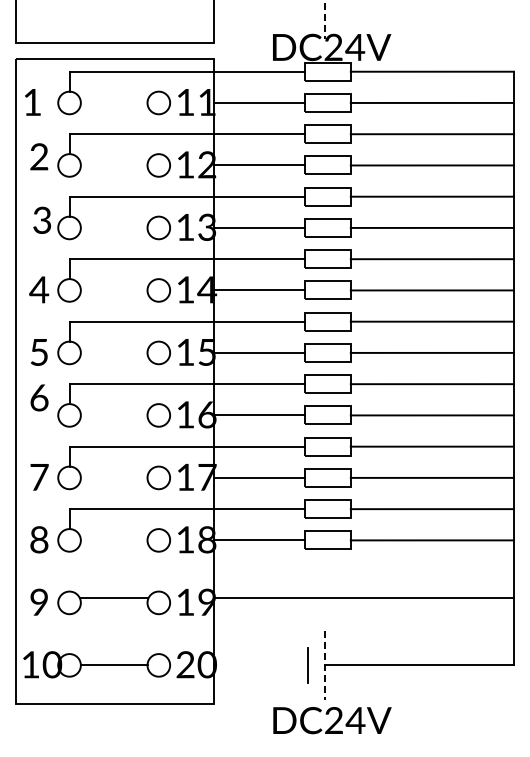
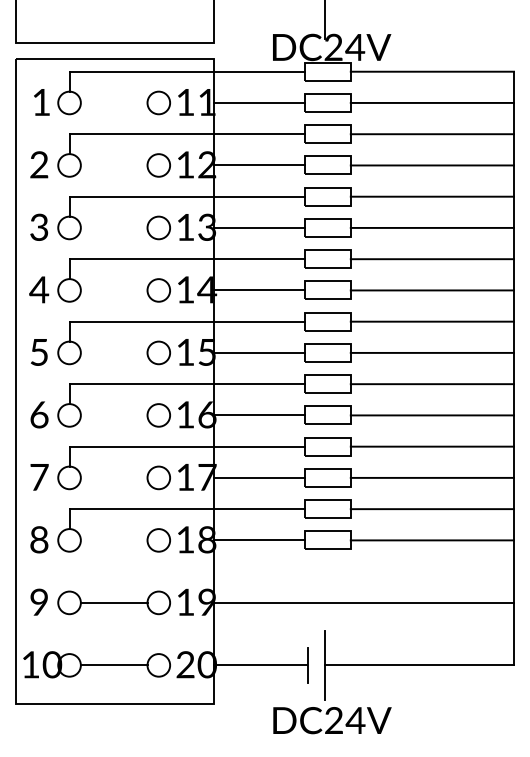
line at (325, 19): dashed -> solid
text at (32, 102) position: (32, 102) -> (41, 102)
text at (39, 156) position: (39, 156) -> (39, 164)
text at (41, 219) position: (41, 219) -> (38, 226)
text at (39, 397) position: (39, 397) -> (39, 414)
line at (113, 597) position: (113, 597) -> (113, 602)
line at (363, 597) position: (363, 597) -> (363, 602)
line at (260, 665): none -> present
line at (325, 665): dashed -> solid
